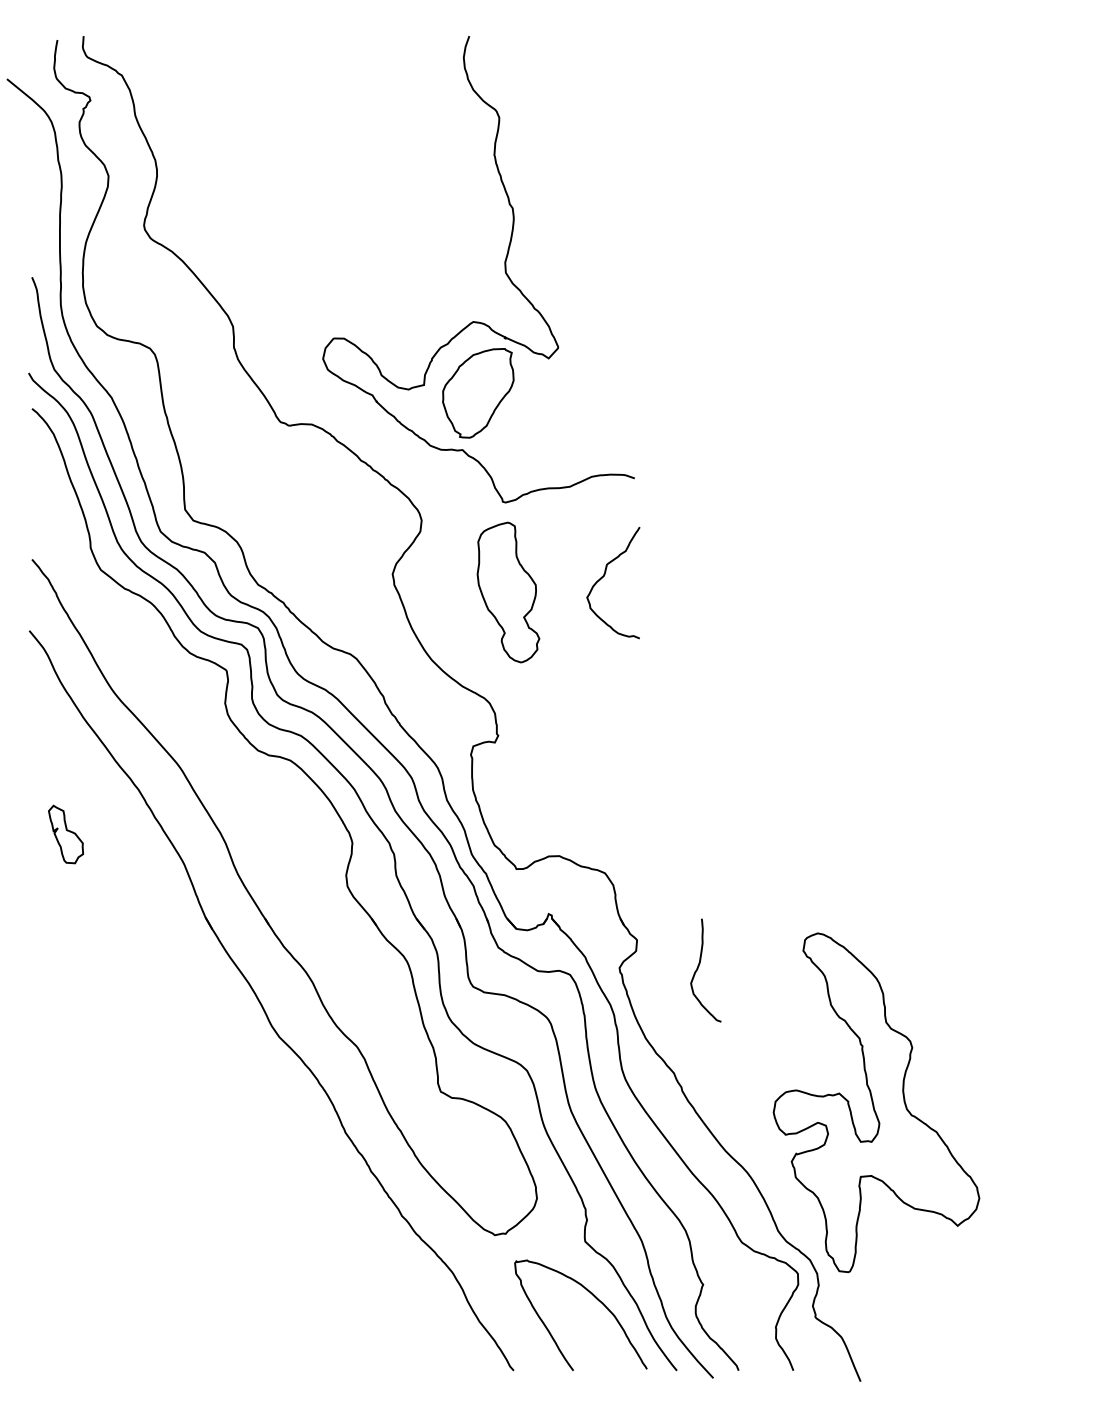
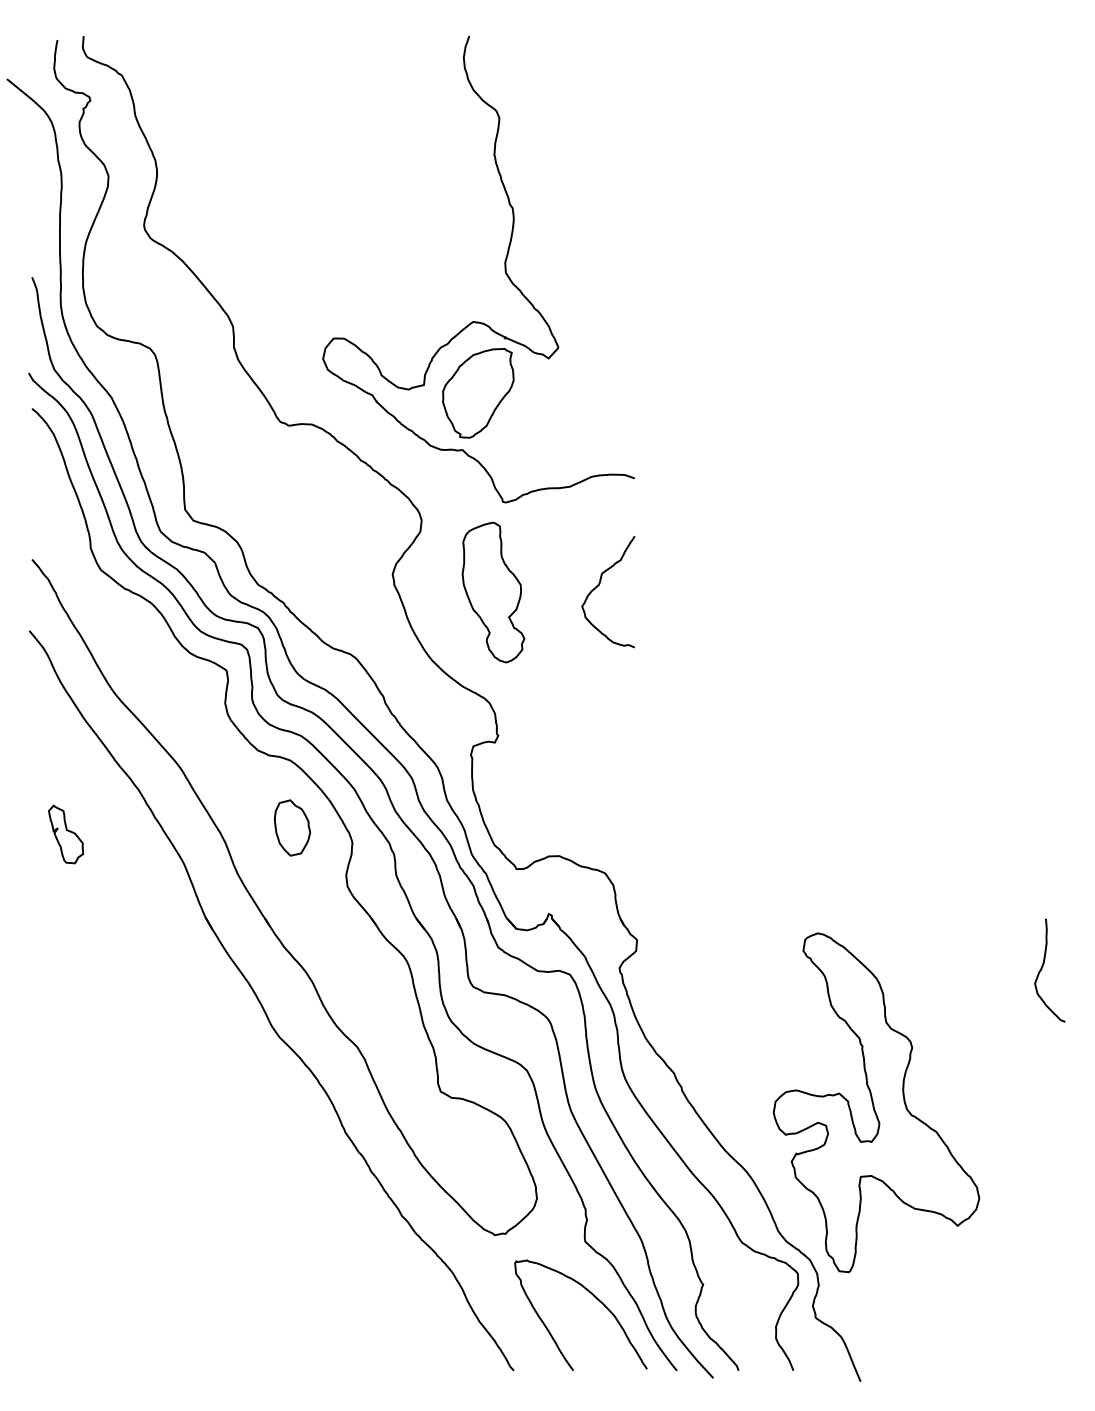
curve at (604, 576) position: (604, 576) -> (599, 585)
part at (508, 592) position: (508, 592) -> (493, 592)
part at (292, 827): none -> present
curve at (698, 969) position: (698, 969) -> (1042, 969)
